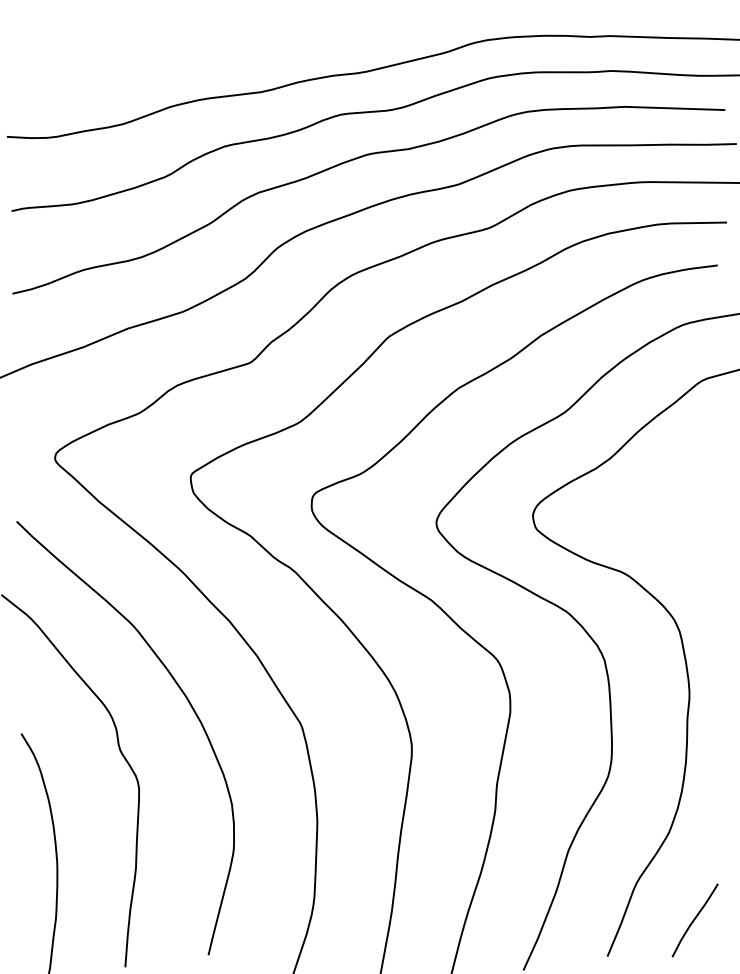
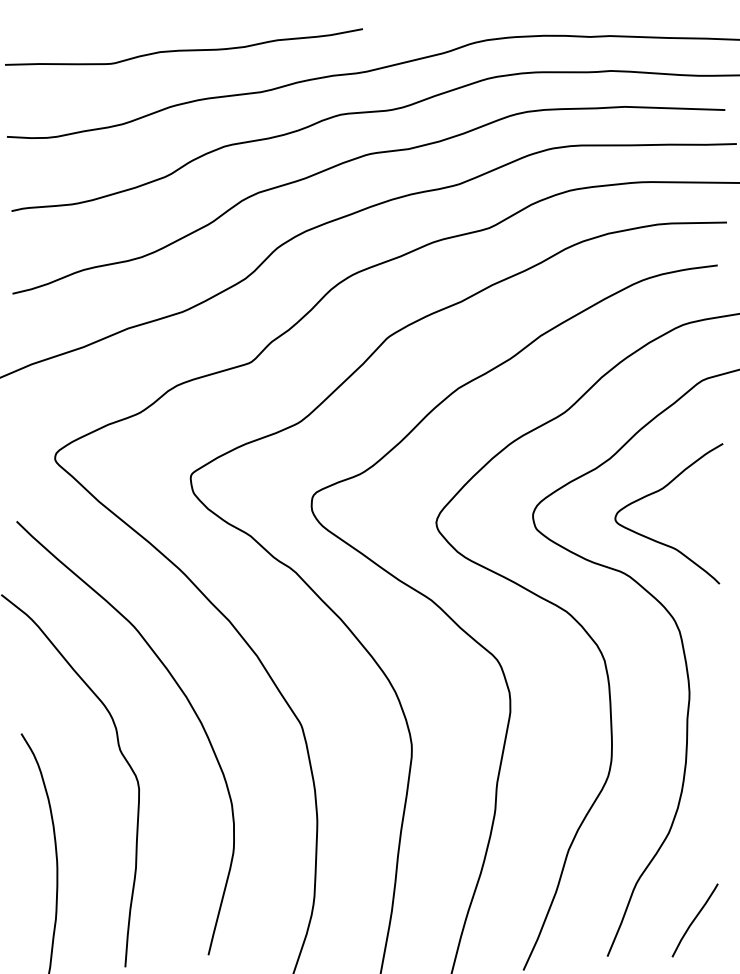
curve at (183, 49): none -> present
curve at (657, 492): none -> present
